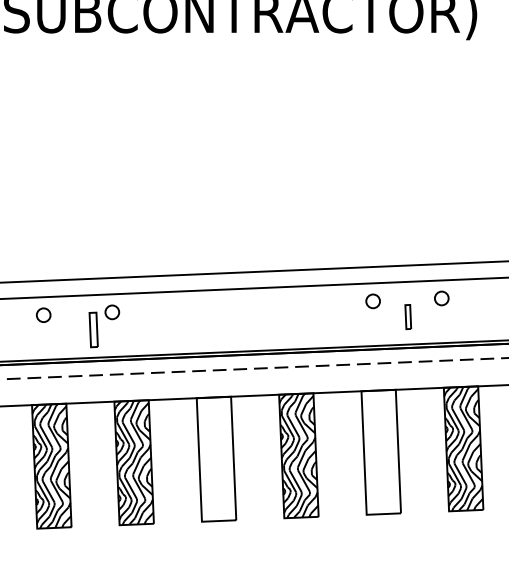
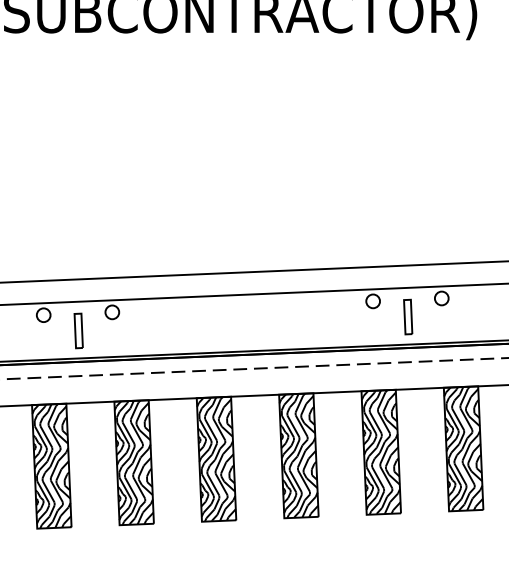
line at (253, 287) position: (253, 287) -> (253, 293)
part at (408, 317) size: 9x27 px -> 11x38 px
part at (93, 329) position: (93, 329) -> (78, 330)
hatch at (381, 452): none -> present
hatch at (216, 459): none -> present
